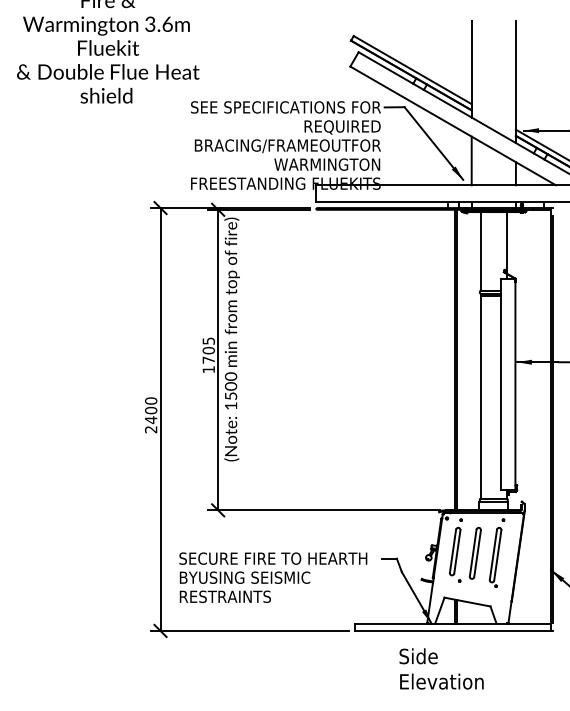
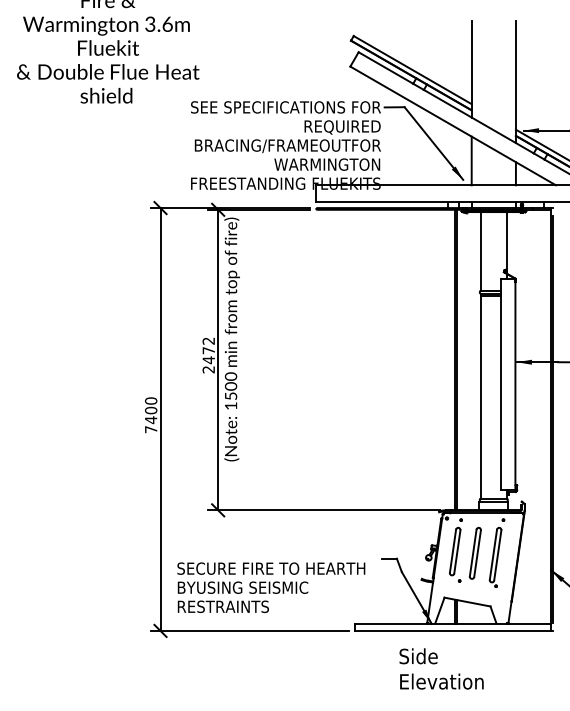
text at (208, 355): 1705 -> 2472
text at (150, 429): 2400 -> 7400
text at (273, 577) position: (273, 577) -> (271, 587)
